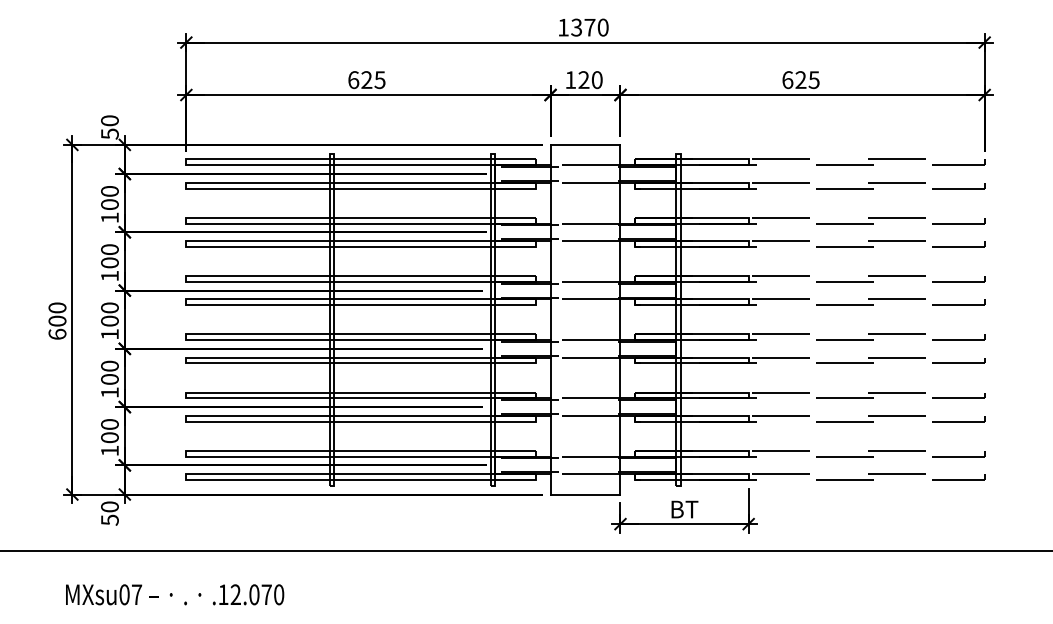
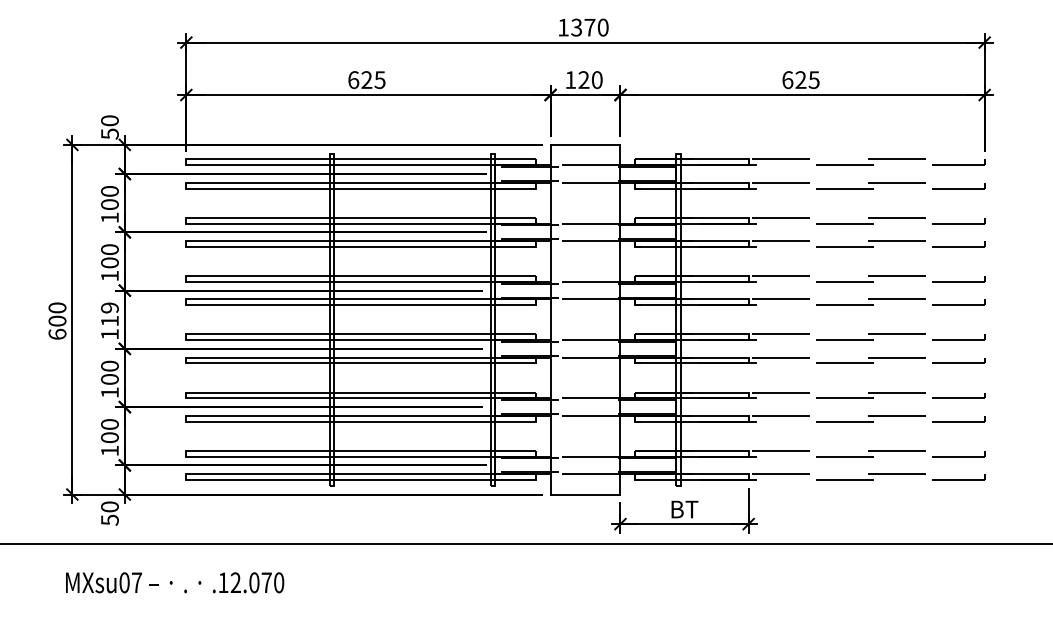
text at (109, 314): 100 -> 119
line at (525, 550) position: (525, 550) -> (525, 543)
text at (175, 594) position: (175, 594) -> (175, 582)
